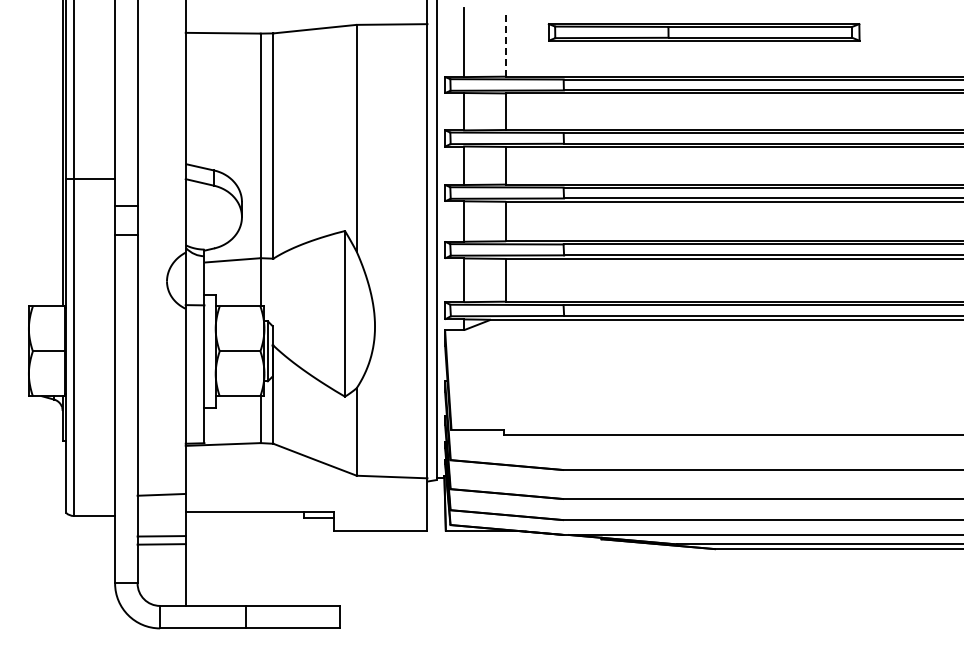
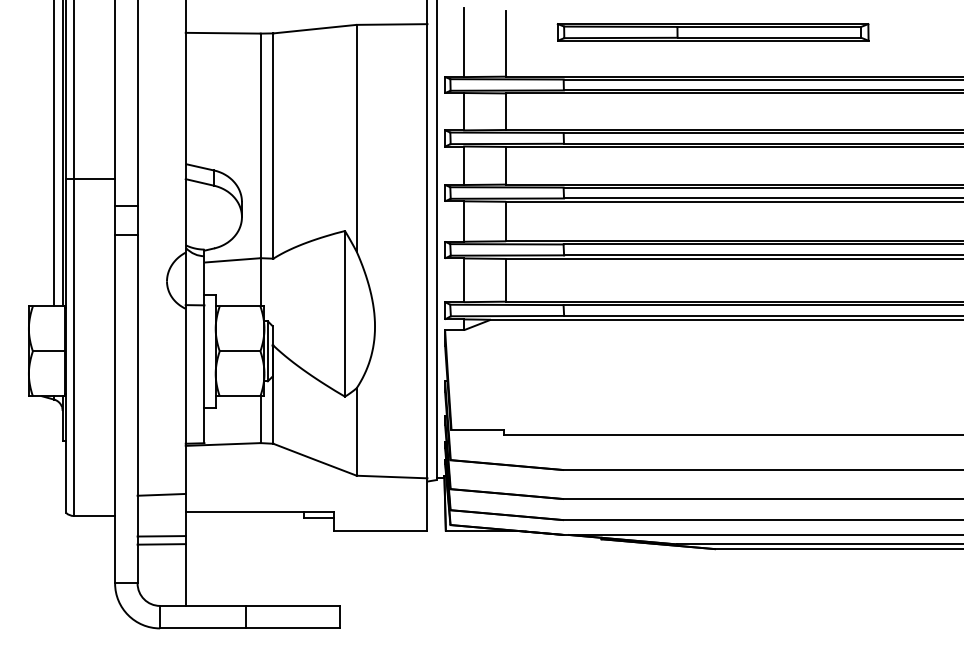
part at (703, 32) position: (703, 32) -> (712, 32)
line at (506, 43): dashed -> solid
line at (54, 154): none -> present
